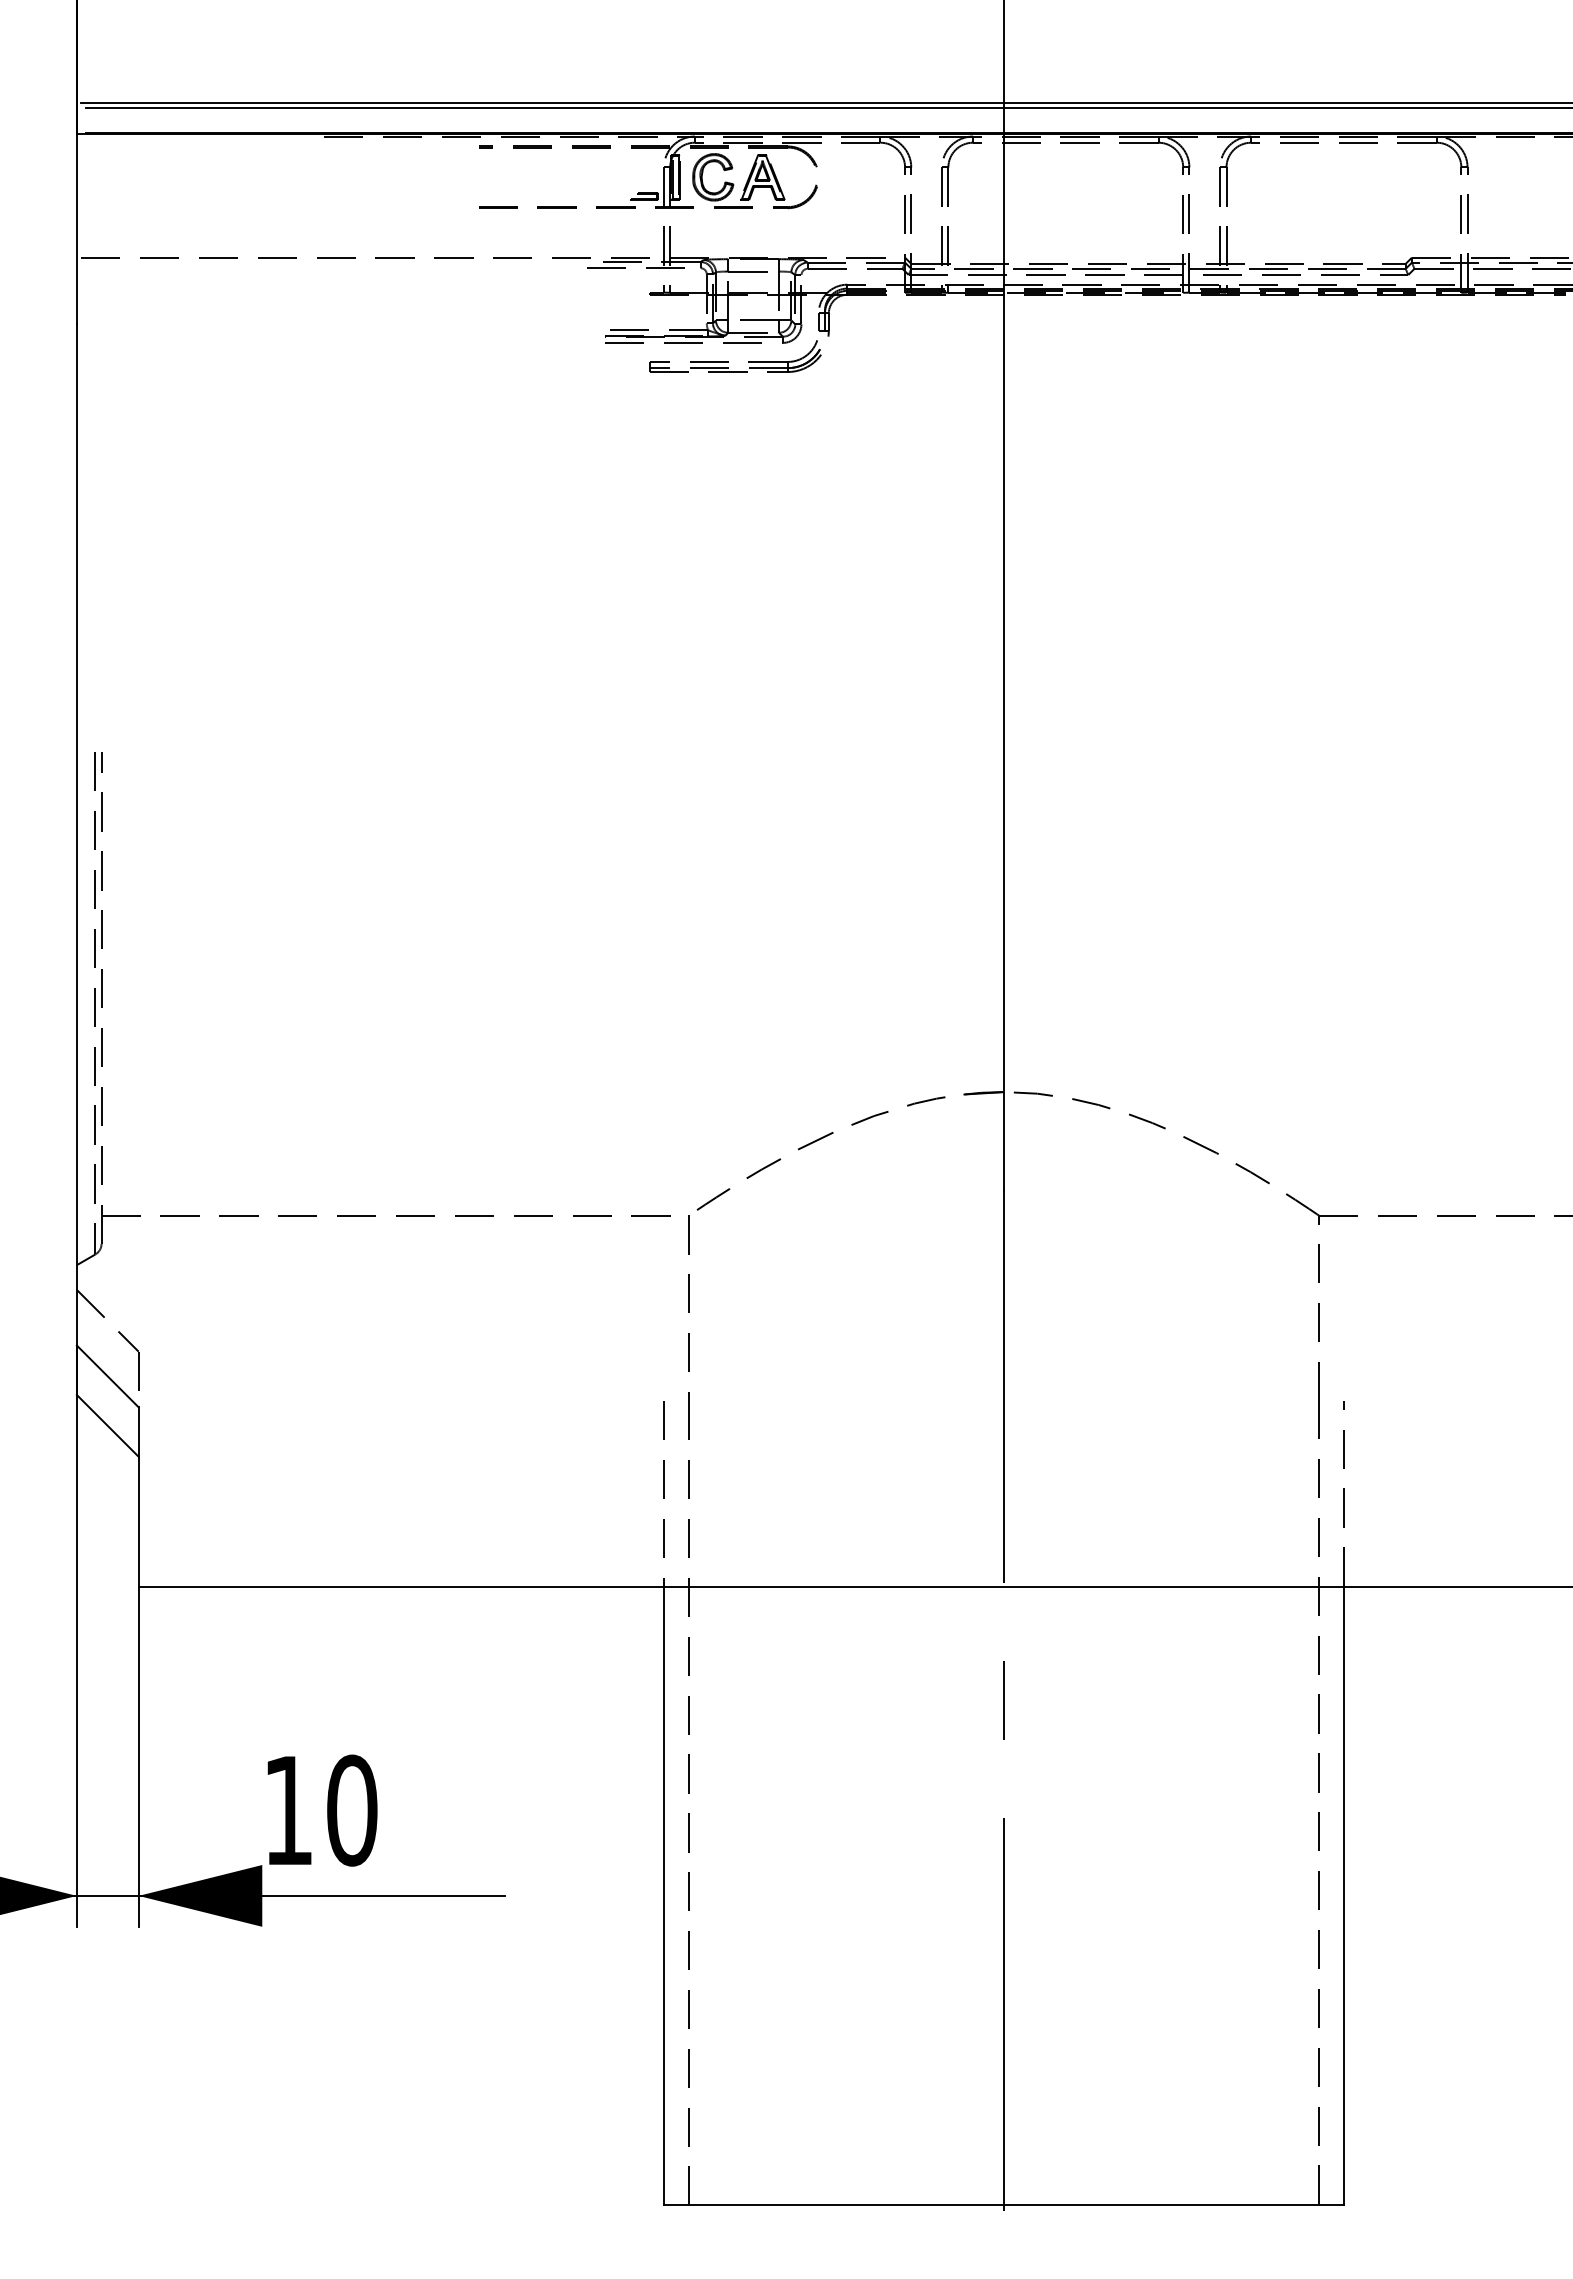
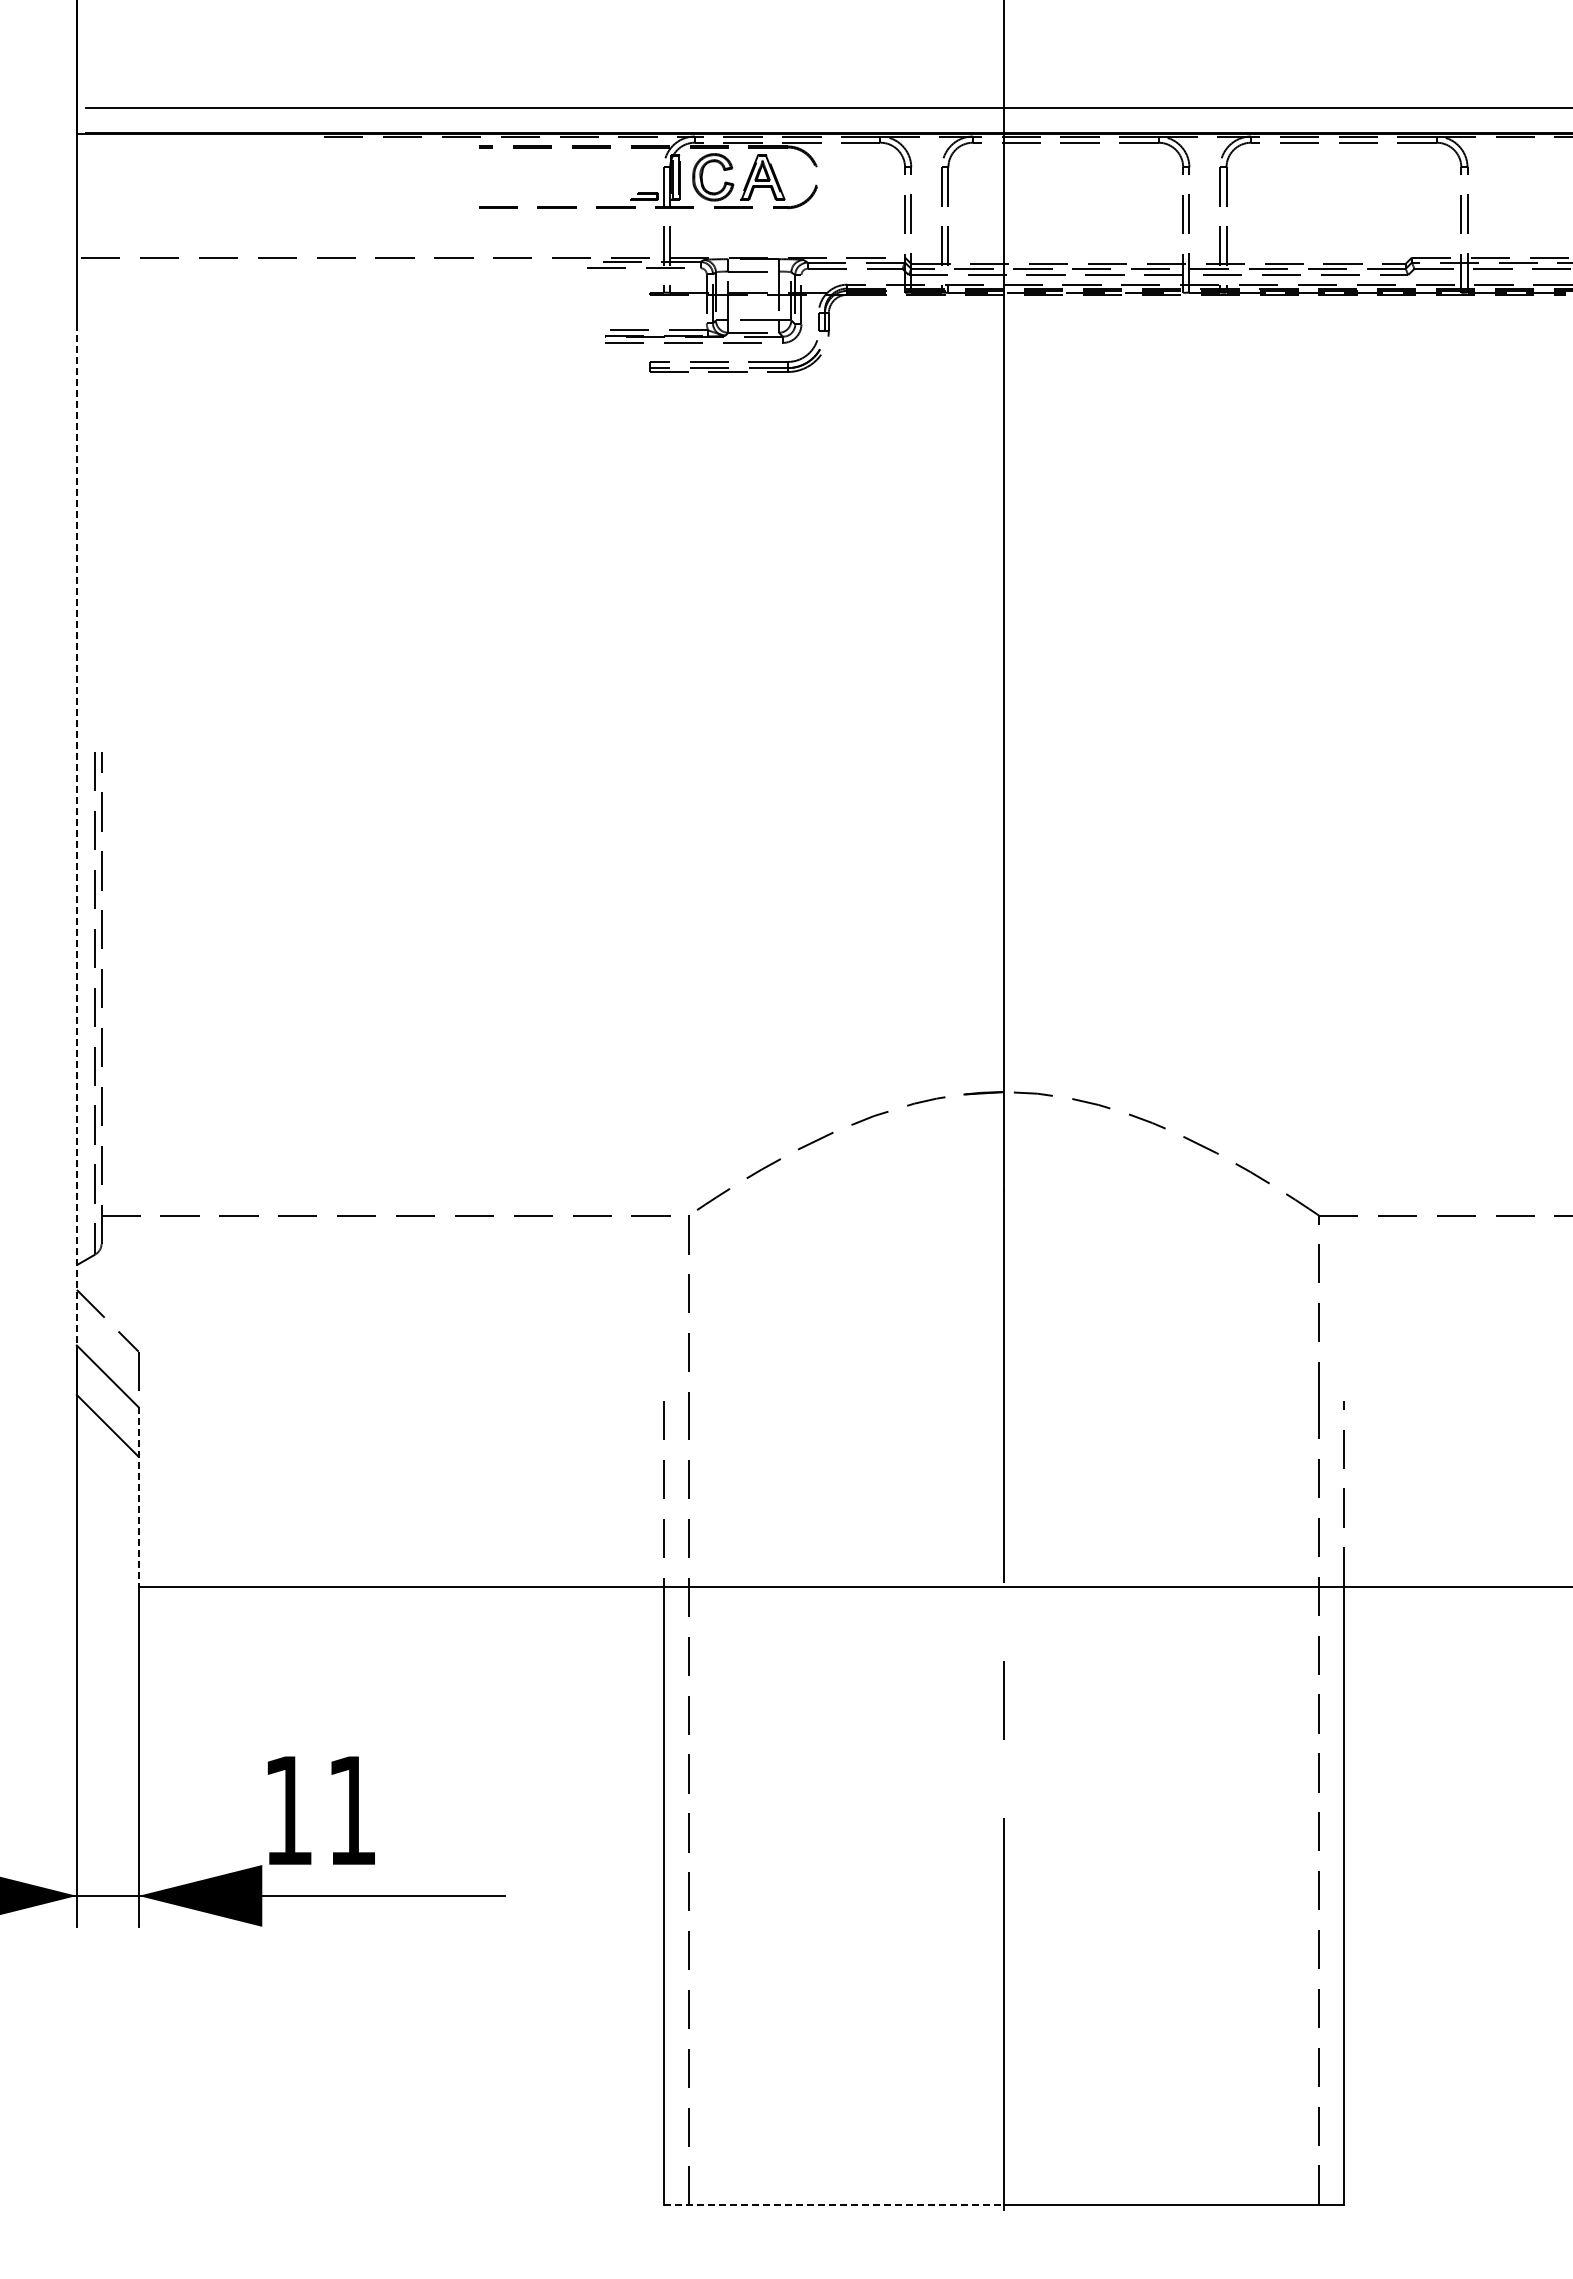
line at (825, 103): present -> none
line at (76, 834): solid -> dashed
line at (138, 1496): solid -> dashed
text at (352, 1810): 10 -> 11
line at (834, 2204): solid -> dashed
